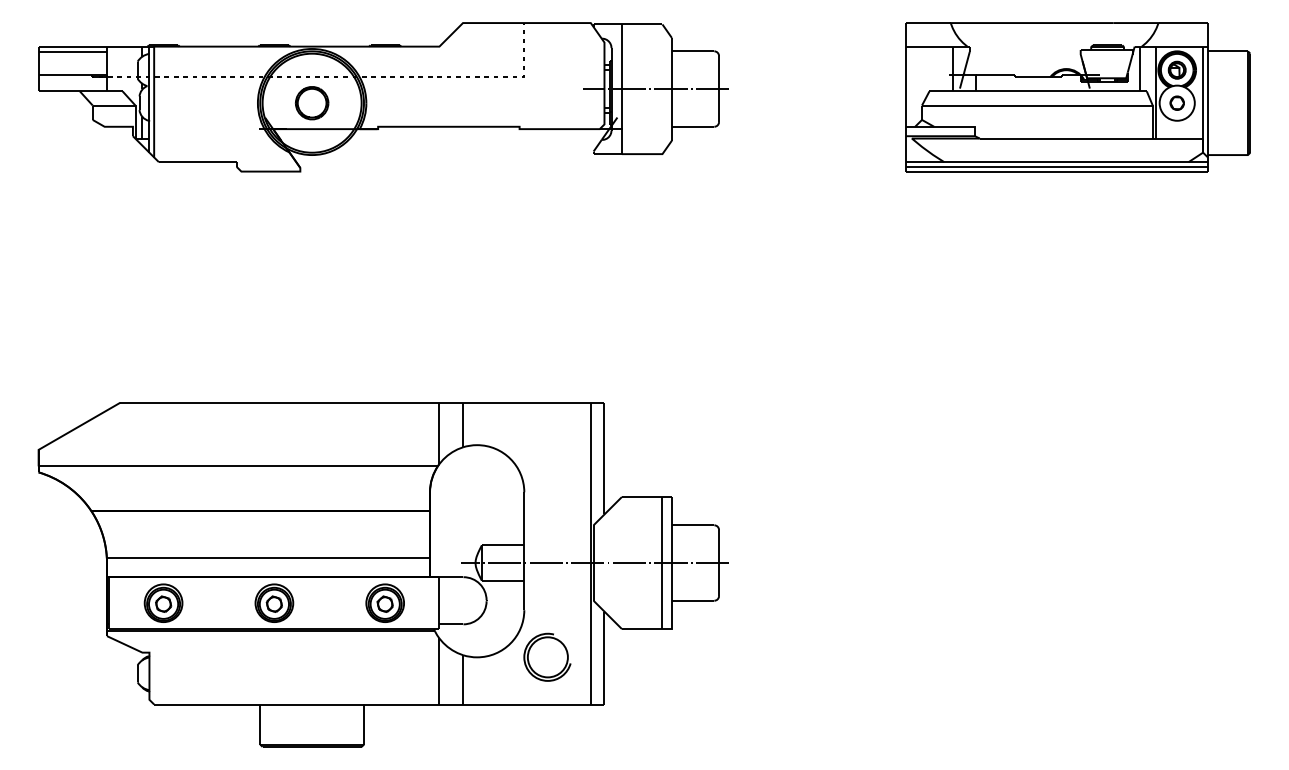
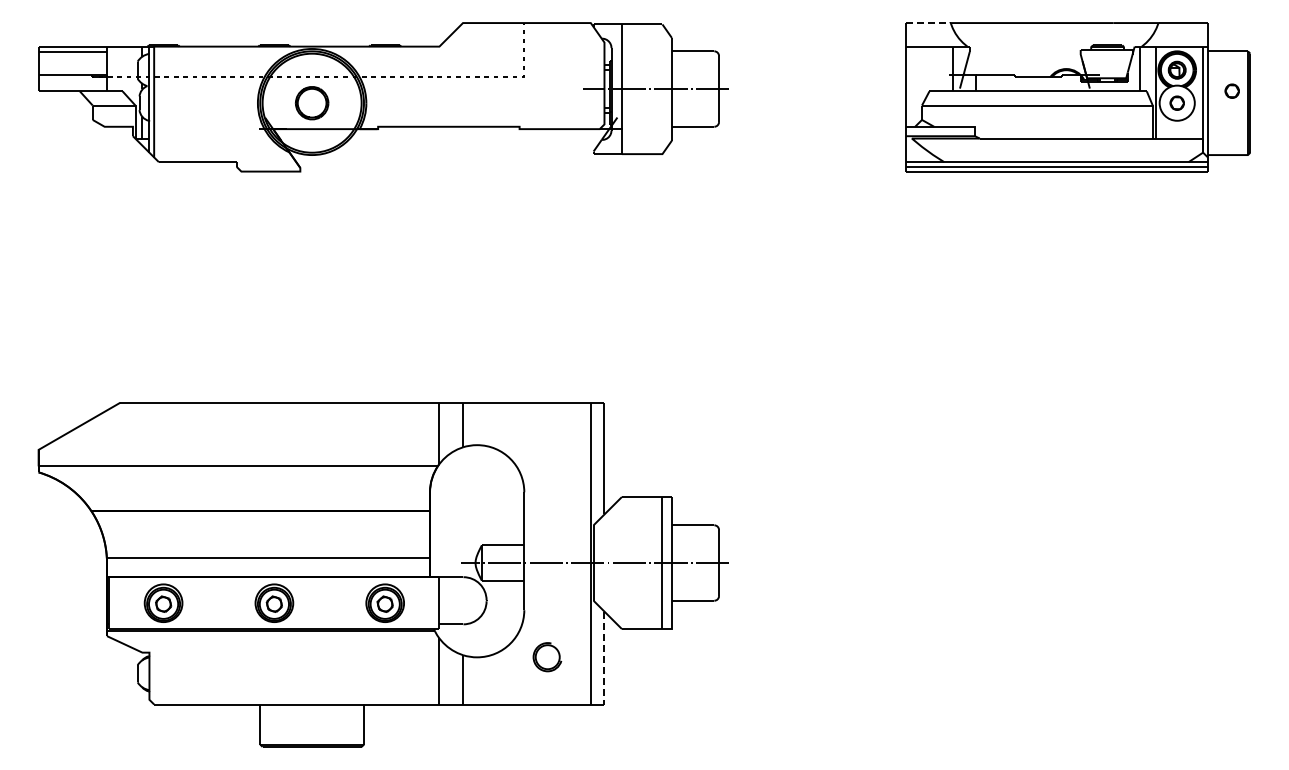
line at (928, 23): solid -> dashed
part at (1231, 90): none -> present
part at (547, 656) size: 49x50 px -> 31x31 px
line at (604, 658): solid -> dashed
